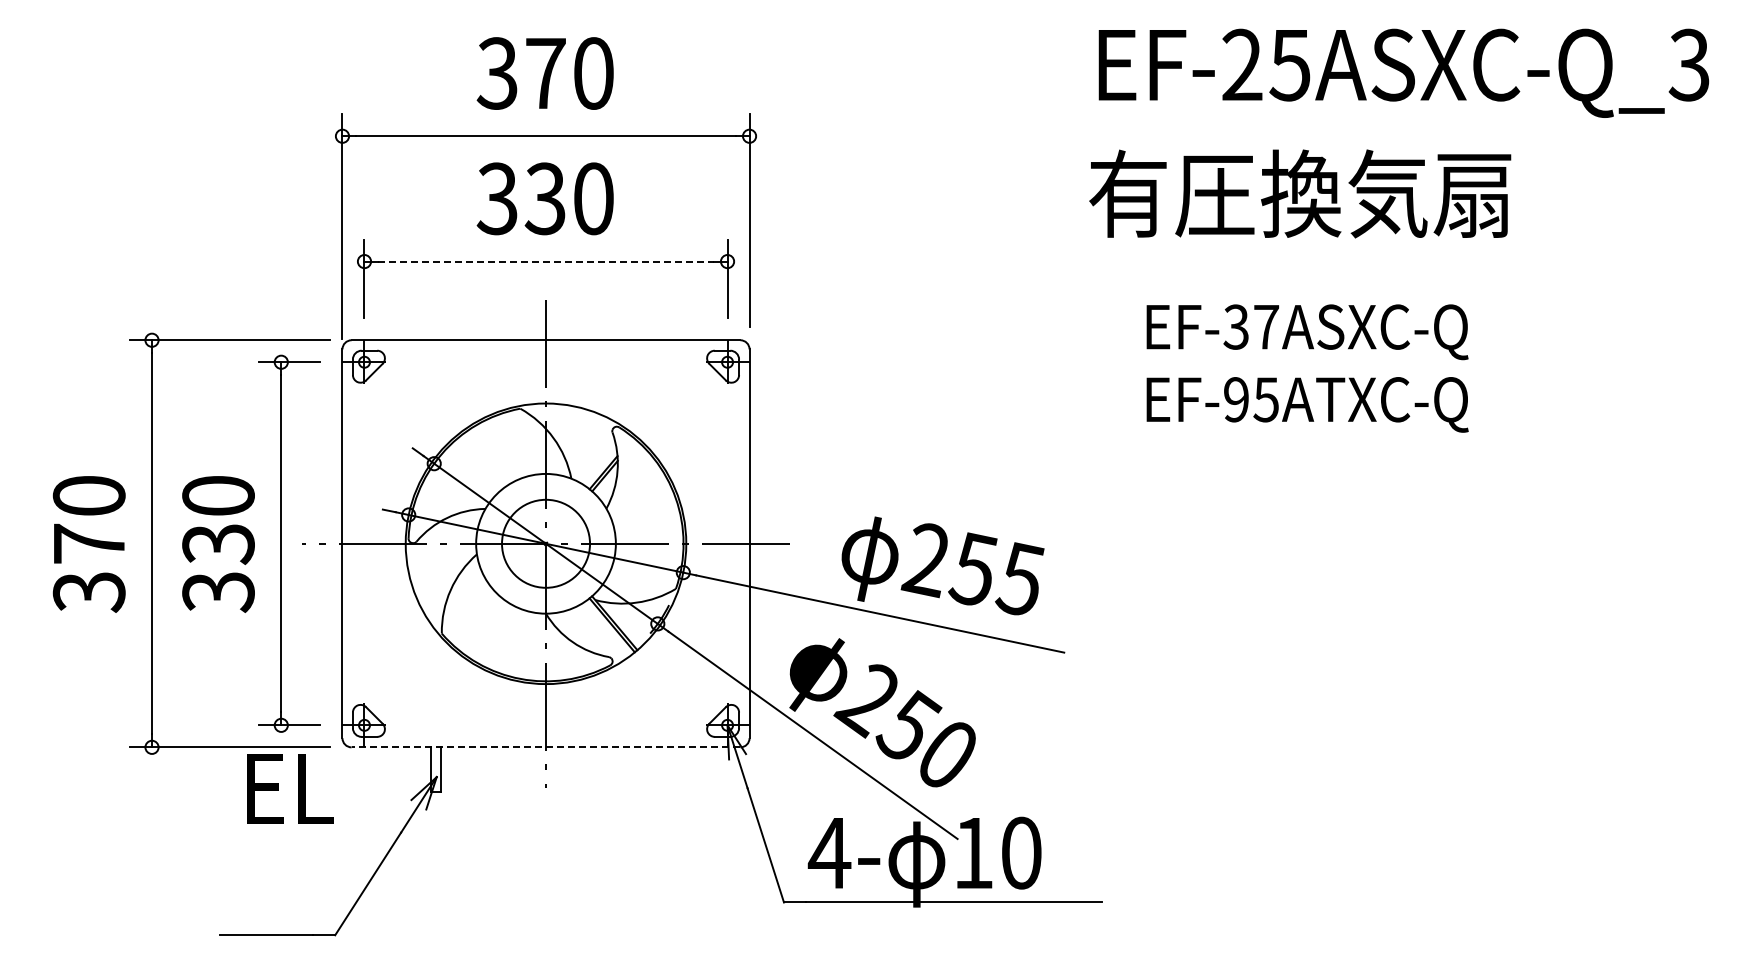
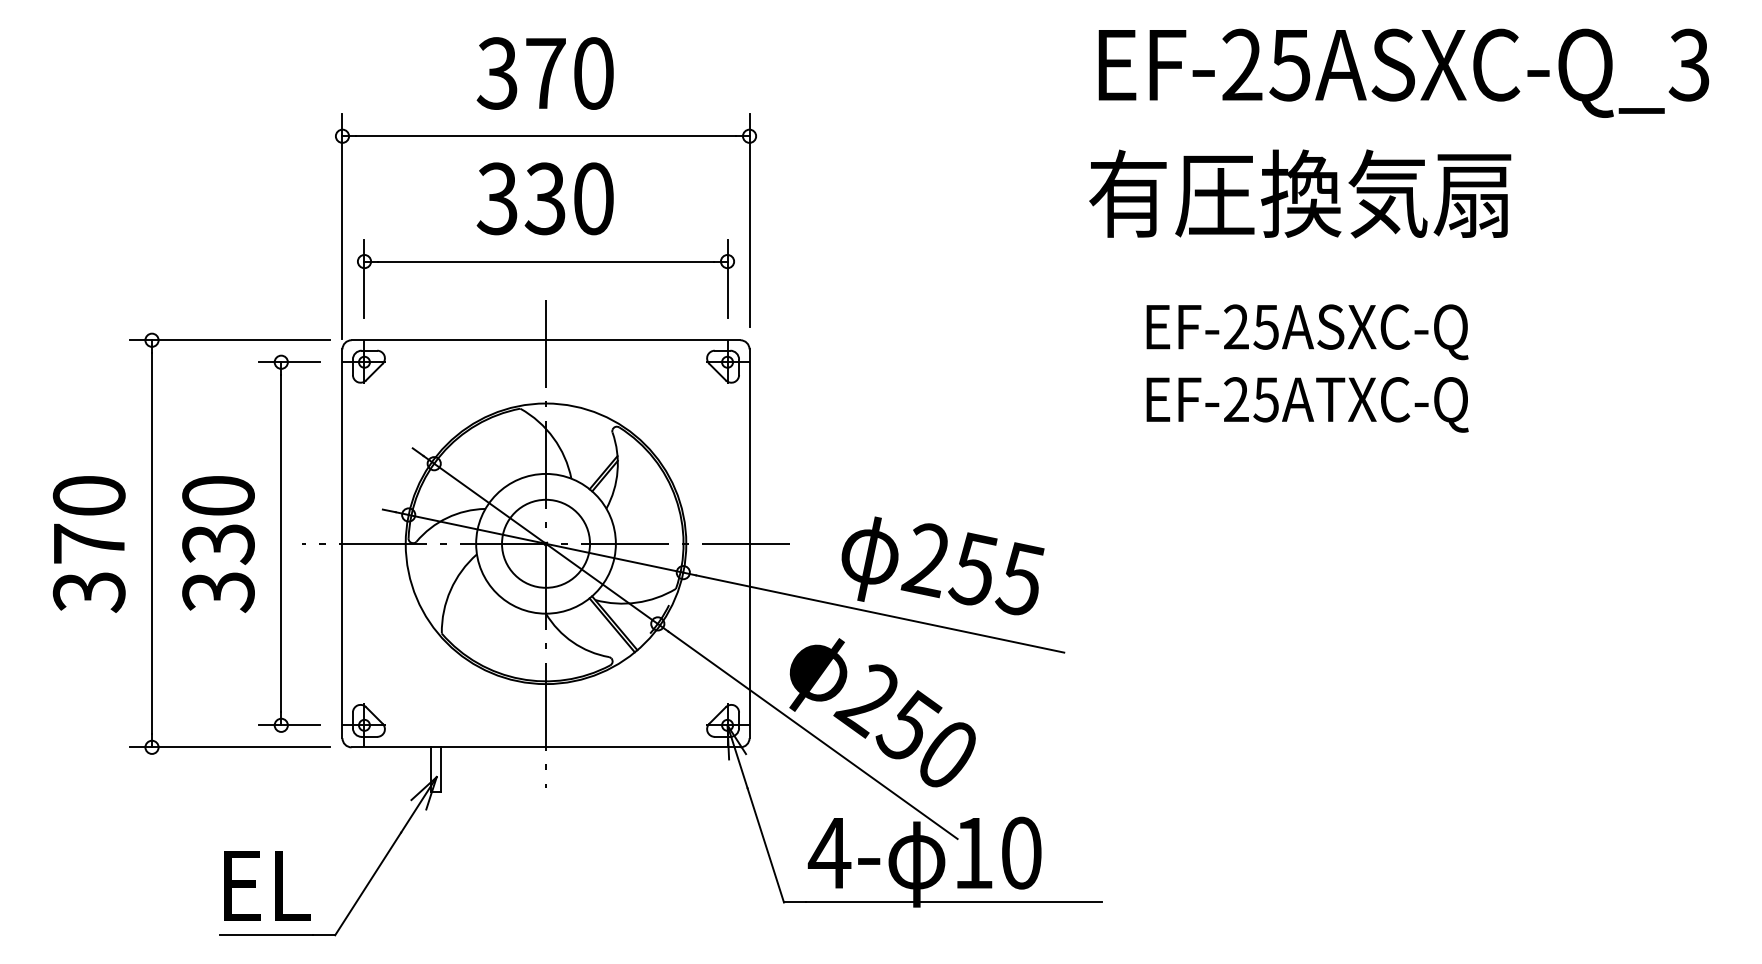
line at (546, 261): dashed -> solid
text at (1251, 327): EF-37ASXC-Q -> EF-25ASXC-Q
text at (1236, 399): EF-95ATXC-Q -> EF-25ATXC-Q
line at (545, 747): dashed -> solid
text at (290, 788) position: (290, 788) -> (267, 885)
